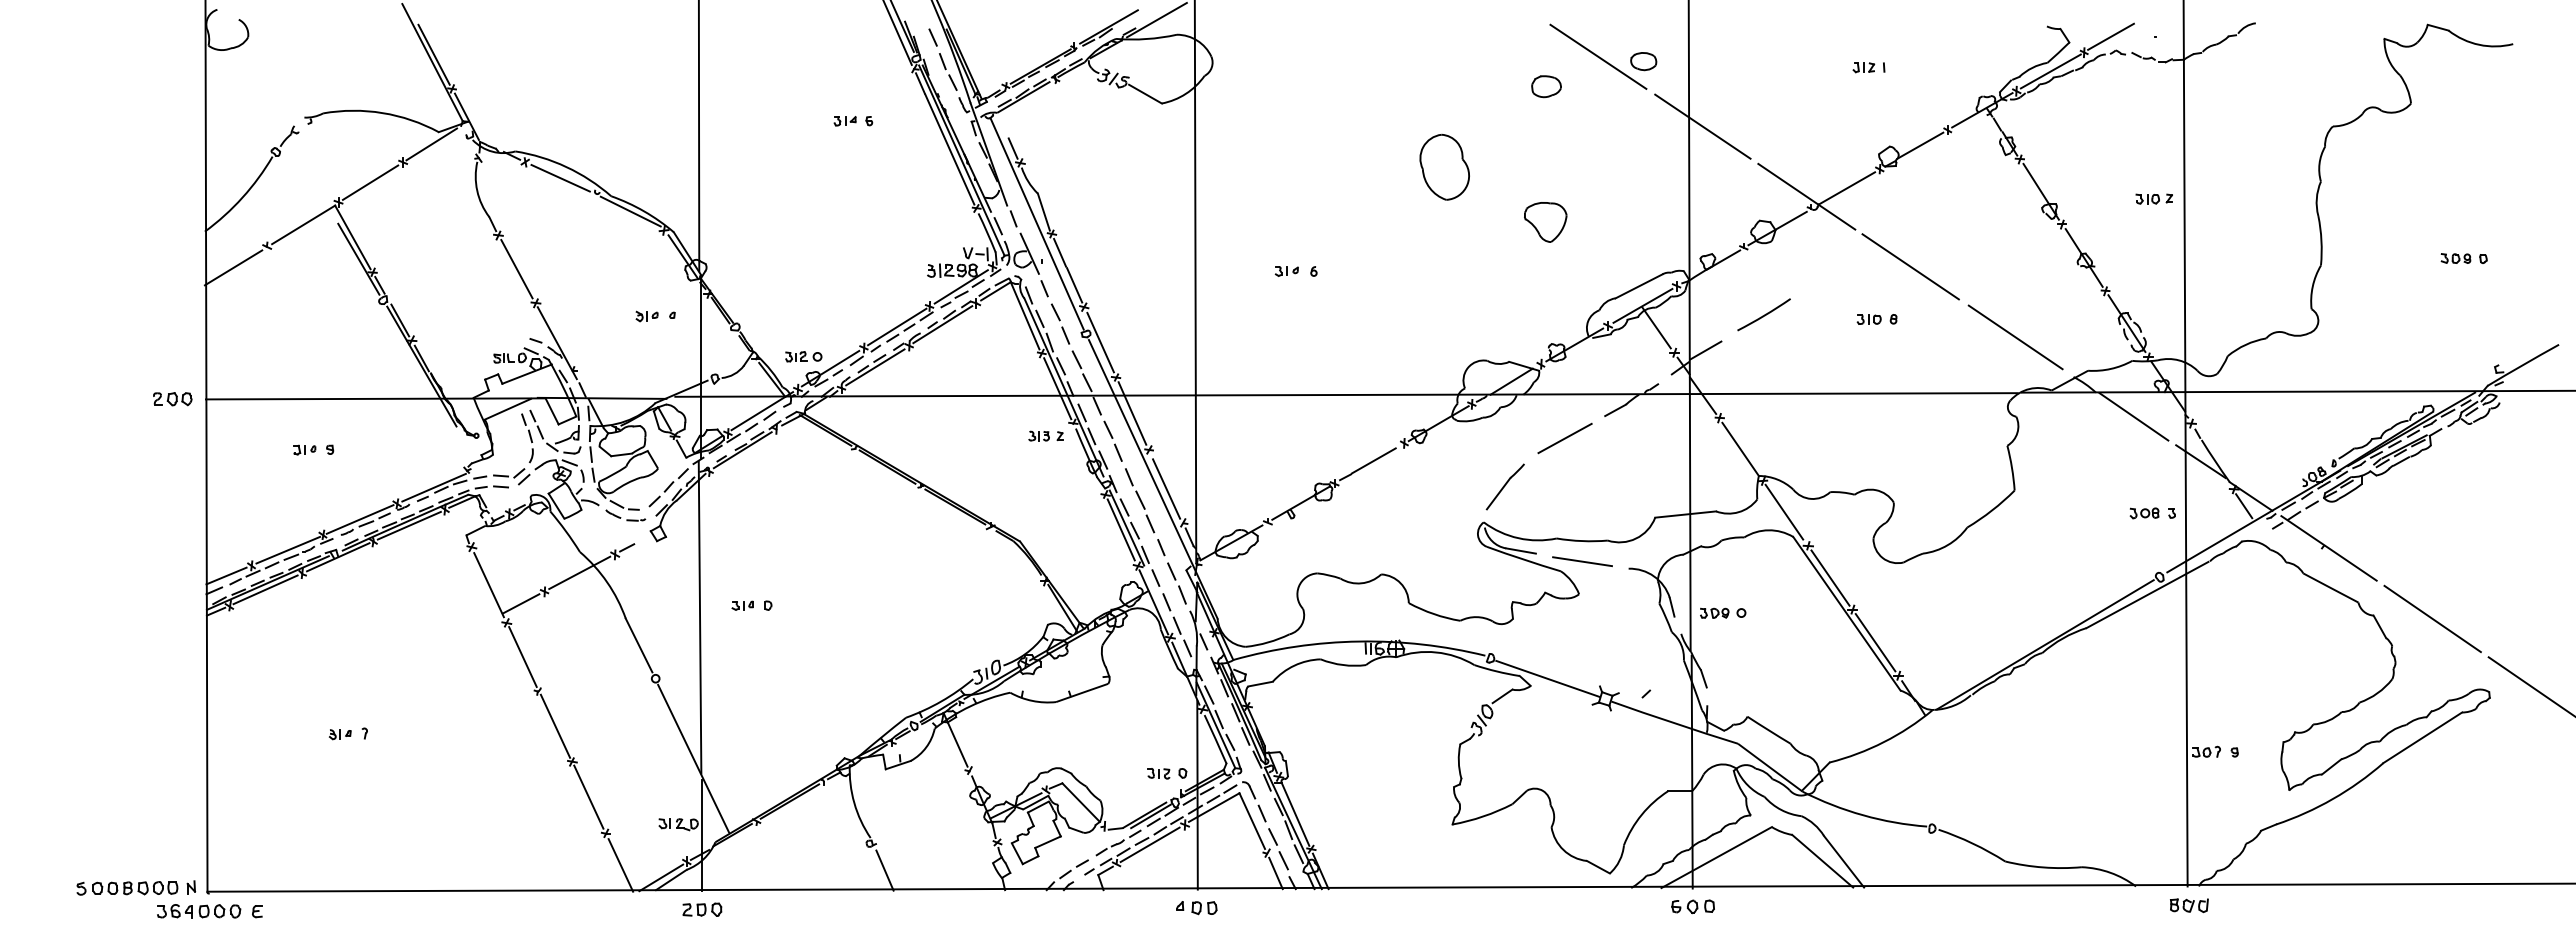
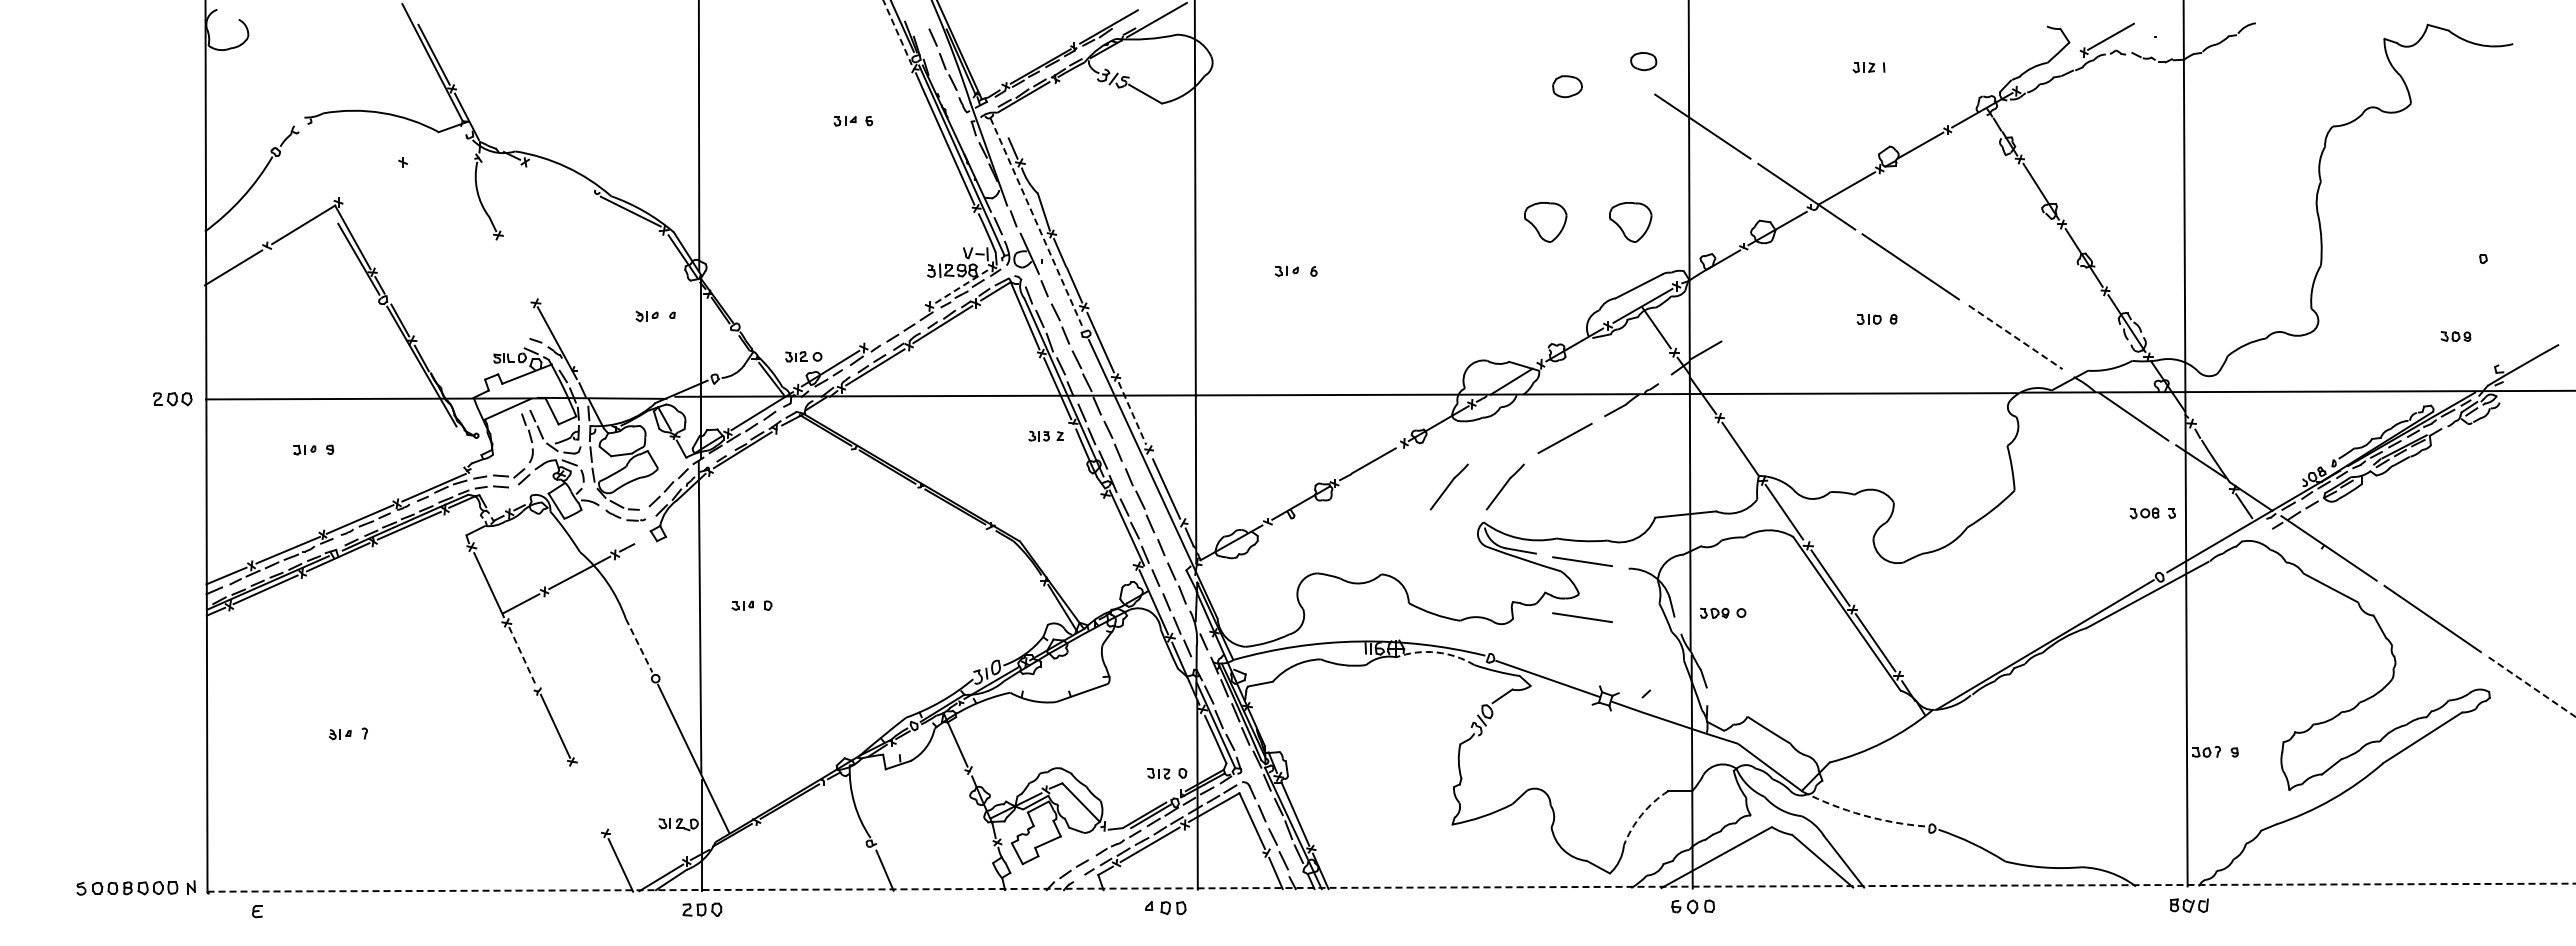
line at (897, 33): solid -> dashed
line at (1598, 56): present -> none
line at (2050, 71): present -> none
part at (1546, 86) position: (1546, 86) -> (1567, 86)
line at (431, 144): present -> none
part at (1444, 166): present -> none
line at (560, 177): present -> none
line at (370, 182): present -> none
part at (2153, 198): present -> none
part at (1630, 222): none -> present
line at (1037, 223): solid -> dashed
part at (2455, 258) position: (2455, 258) -> (2455, 336)
line at (516, 269): present -> none
line at (960, 287): solid -> dashed
line at (1764, 314): present -> none
line at (897, 326): present -> none
line at (2015, 337): solid -> dashed
line at (1132, 413): solid -> dashed
part at (1448, 486): none -> present
line at (1120, 529): present -> none
line at (1582, 617): none -> present
line at (639, 645): solid -> dashed
arc at (1436, 652): solid -> dashed
line at (522, 657): solid -> dashed
line at (2532, 687): solid -> dashed
line at (588, 796): present -> none
arc at (1641, 814): solid -> dashed
arc at (1863, 815): solid -> dashed
line at (1391, 887): solid -> dashed
part at (1196, 908) position: (1196, 908) -> (1165, 908)
part at (199, 911): present -> none
